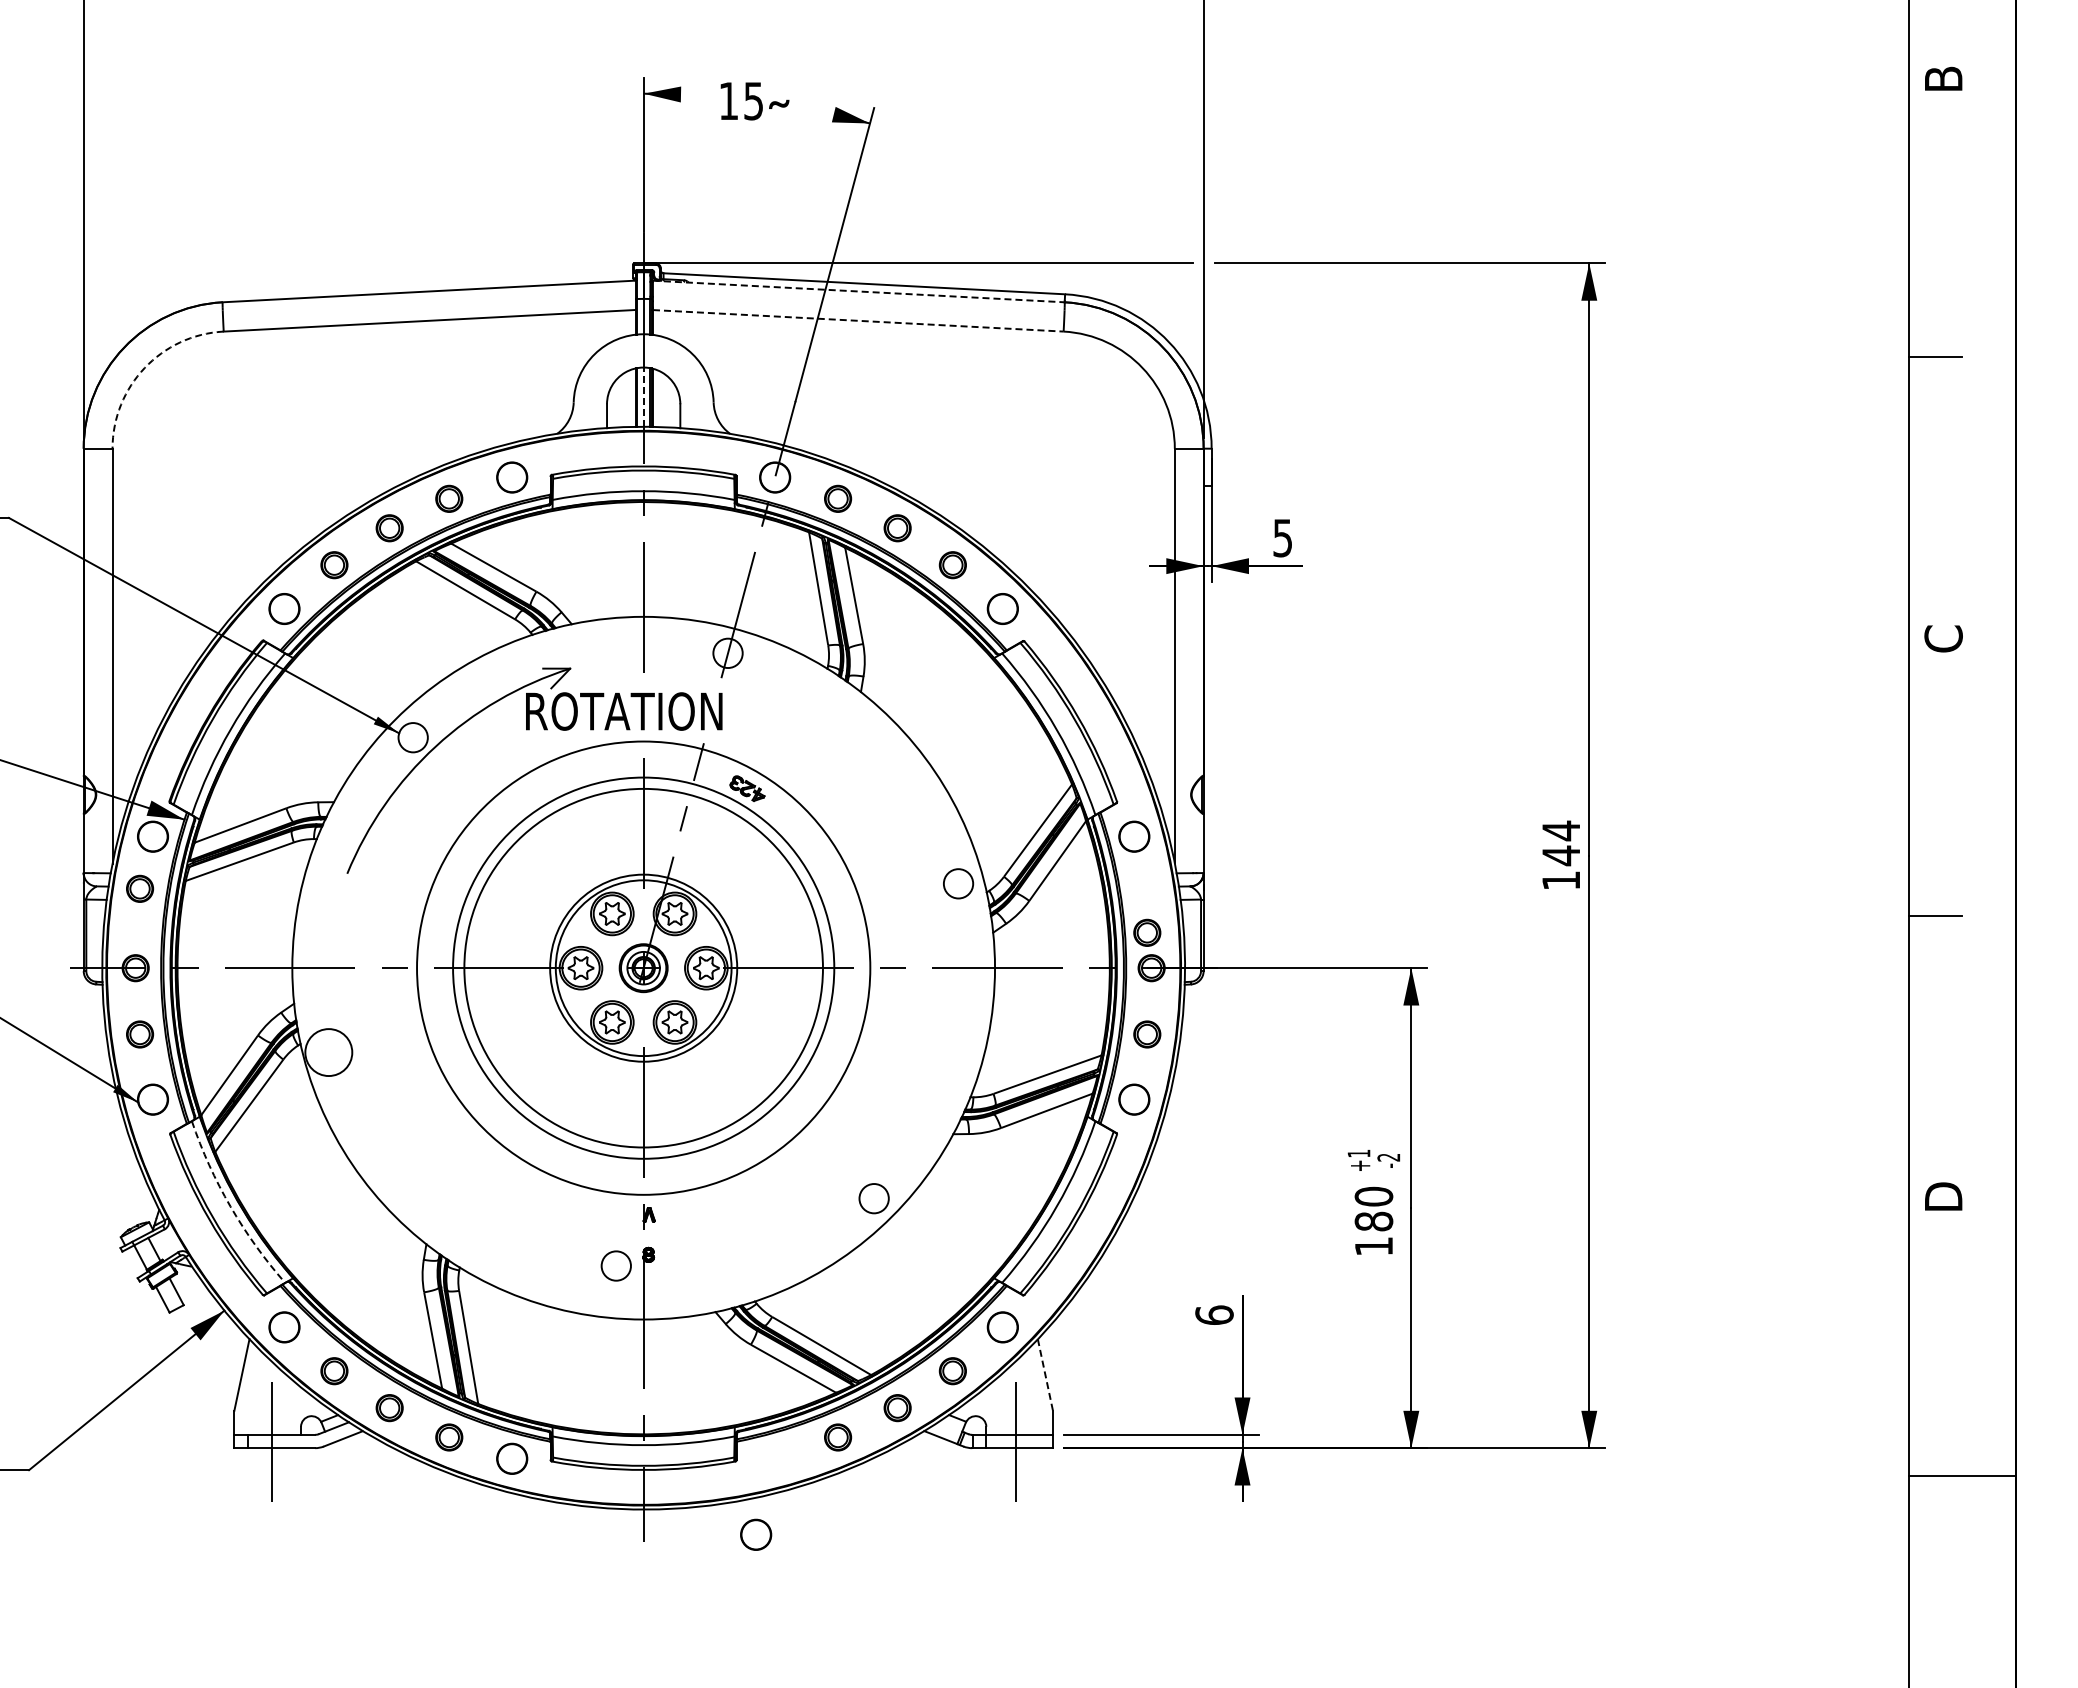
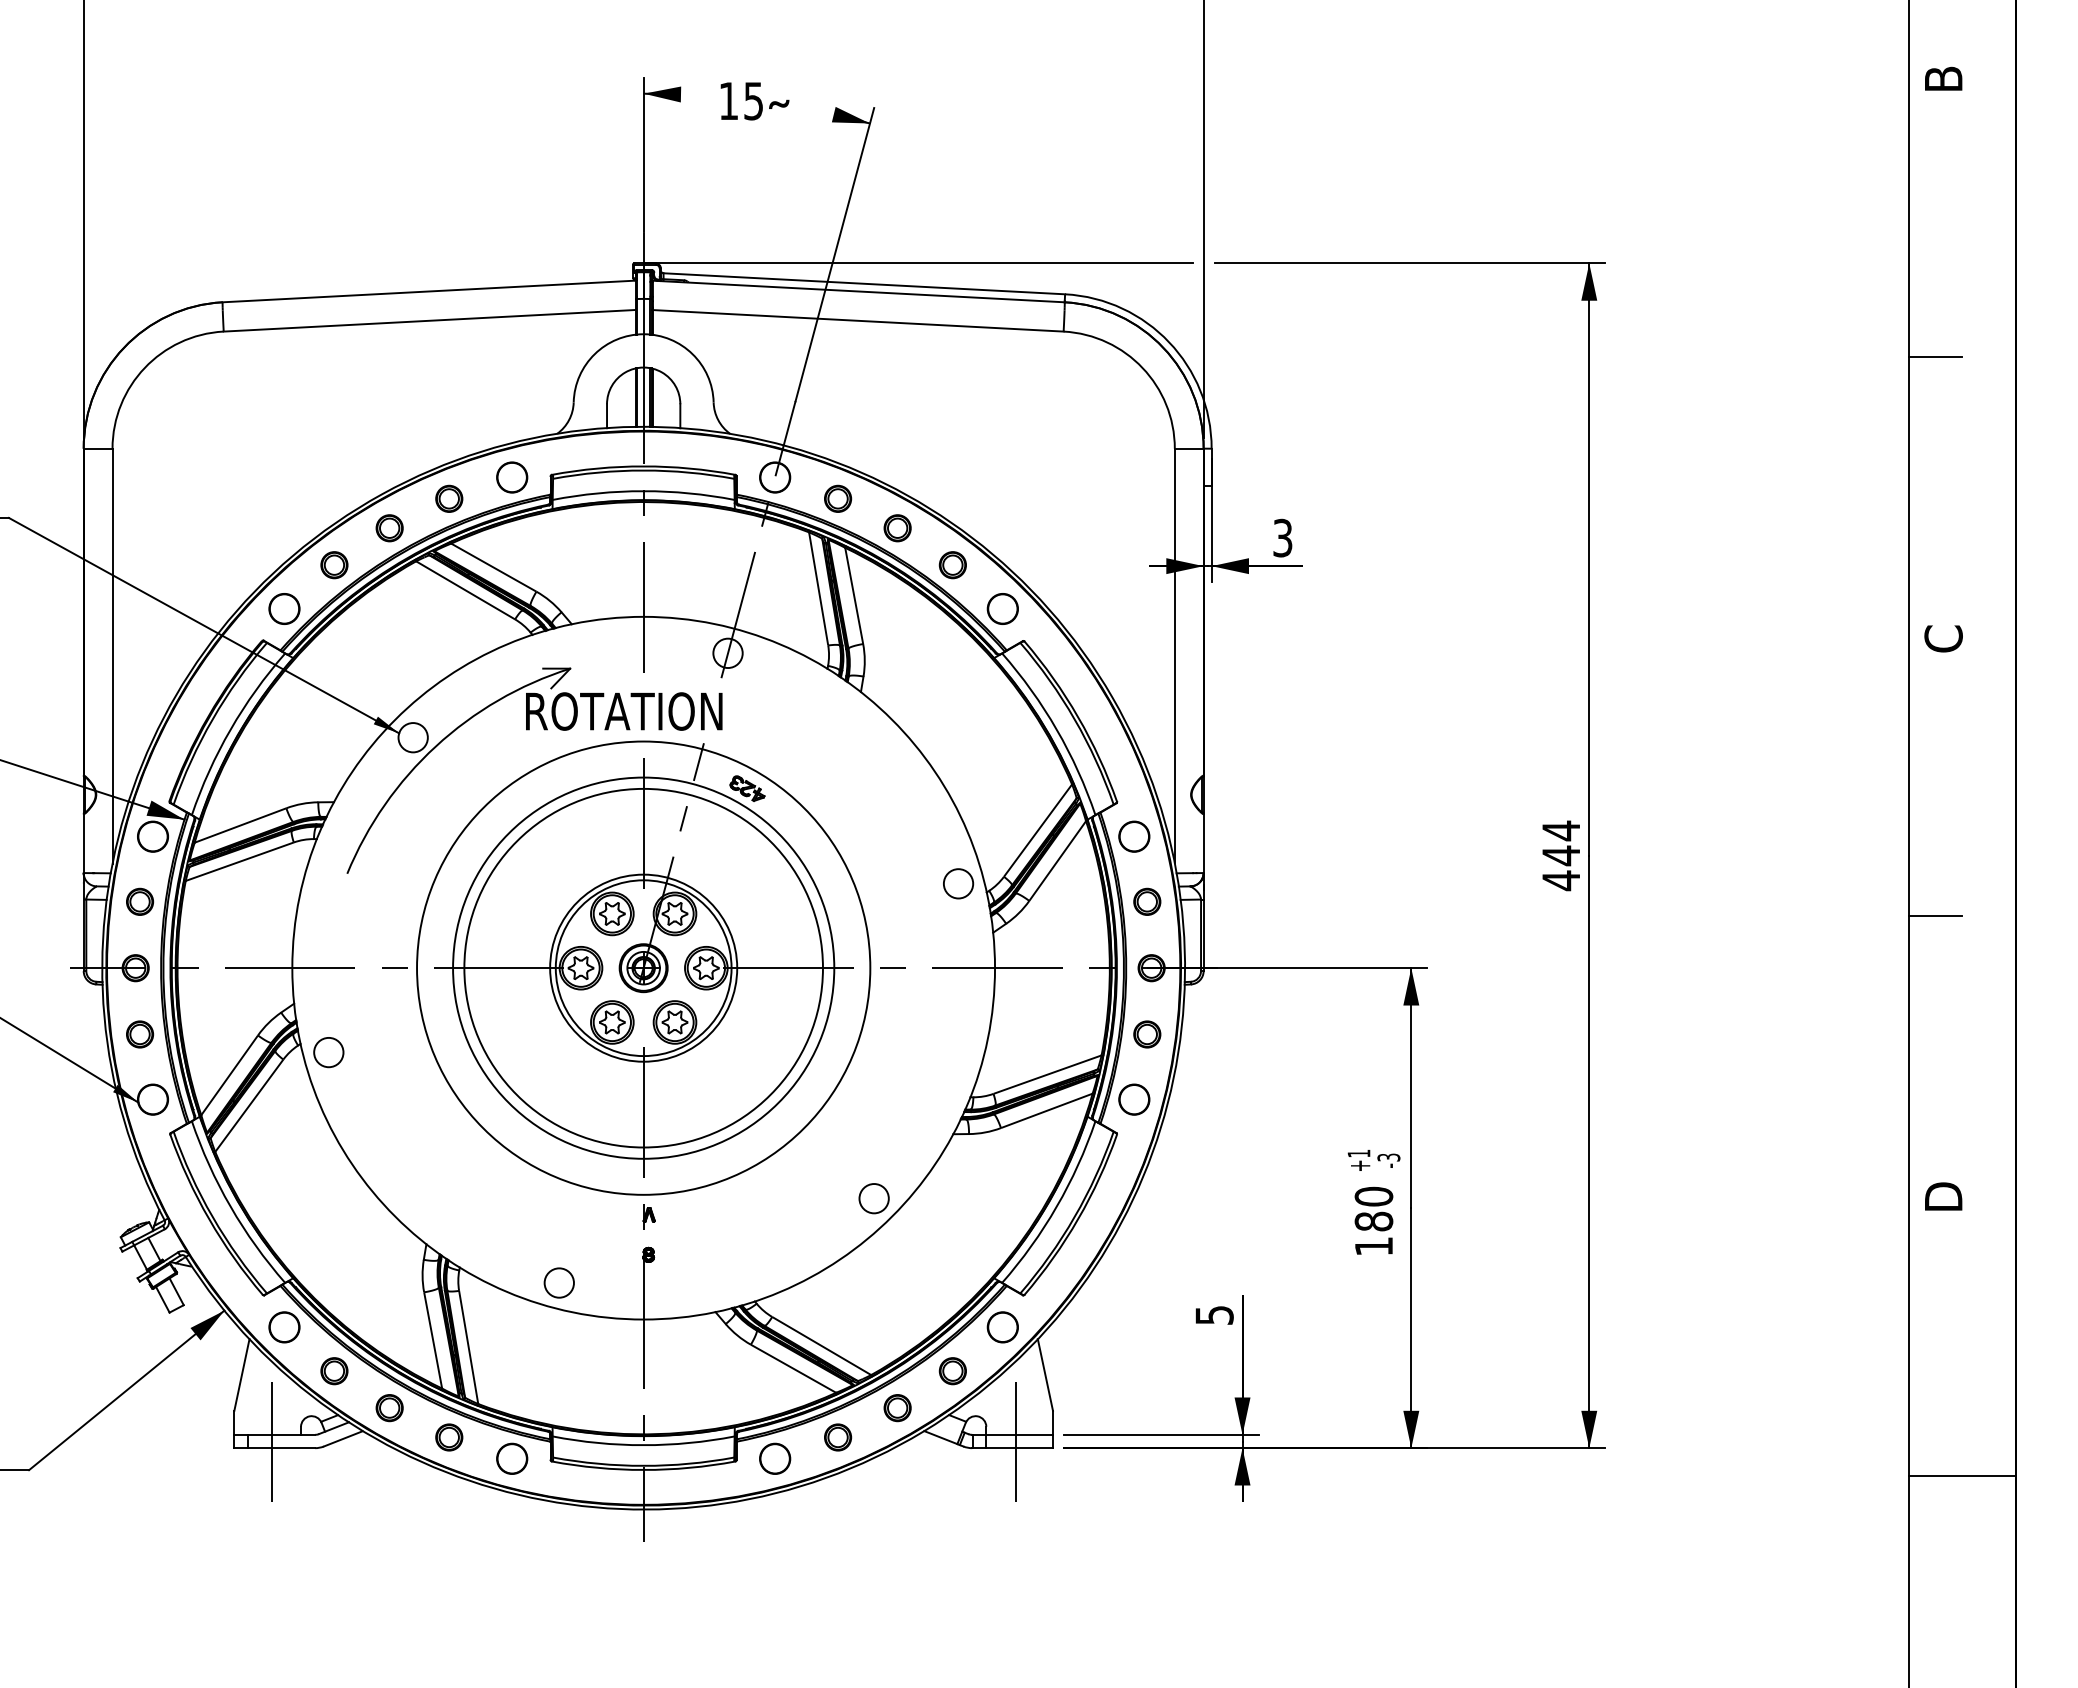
line at (859, 291): dashed -> solid
line at (858, 320): dashed -> solid
arc at (144, 368): dashed -> solid
line at (643, 397): dashed -> solid
text at (1283, 537): 5 -> 3
text at (1560, 880): 144 -> 444
part at (140, 888) position: (140, 888) -> (140, 901)
part at (1147, 932) position: (1147, 932) -> (1147, 901)
circle at (328, 1052) diameter: 47 px -> 29 px
text at (1388, 1157): -2 -> -3
arc at (230, 1206): dashed -> solid
circle at (615, 1265) position: (615, 1265) -> (558, 1282)
text at (1214, 1314): 6 -> 5
line at (1045, 1375): dashed -> solid
circle at (756, 1534) position: (756, 1534) -> (775, 1458)
